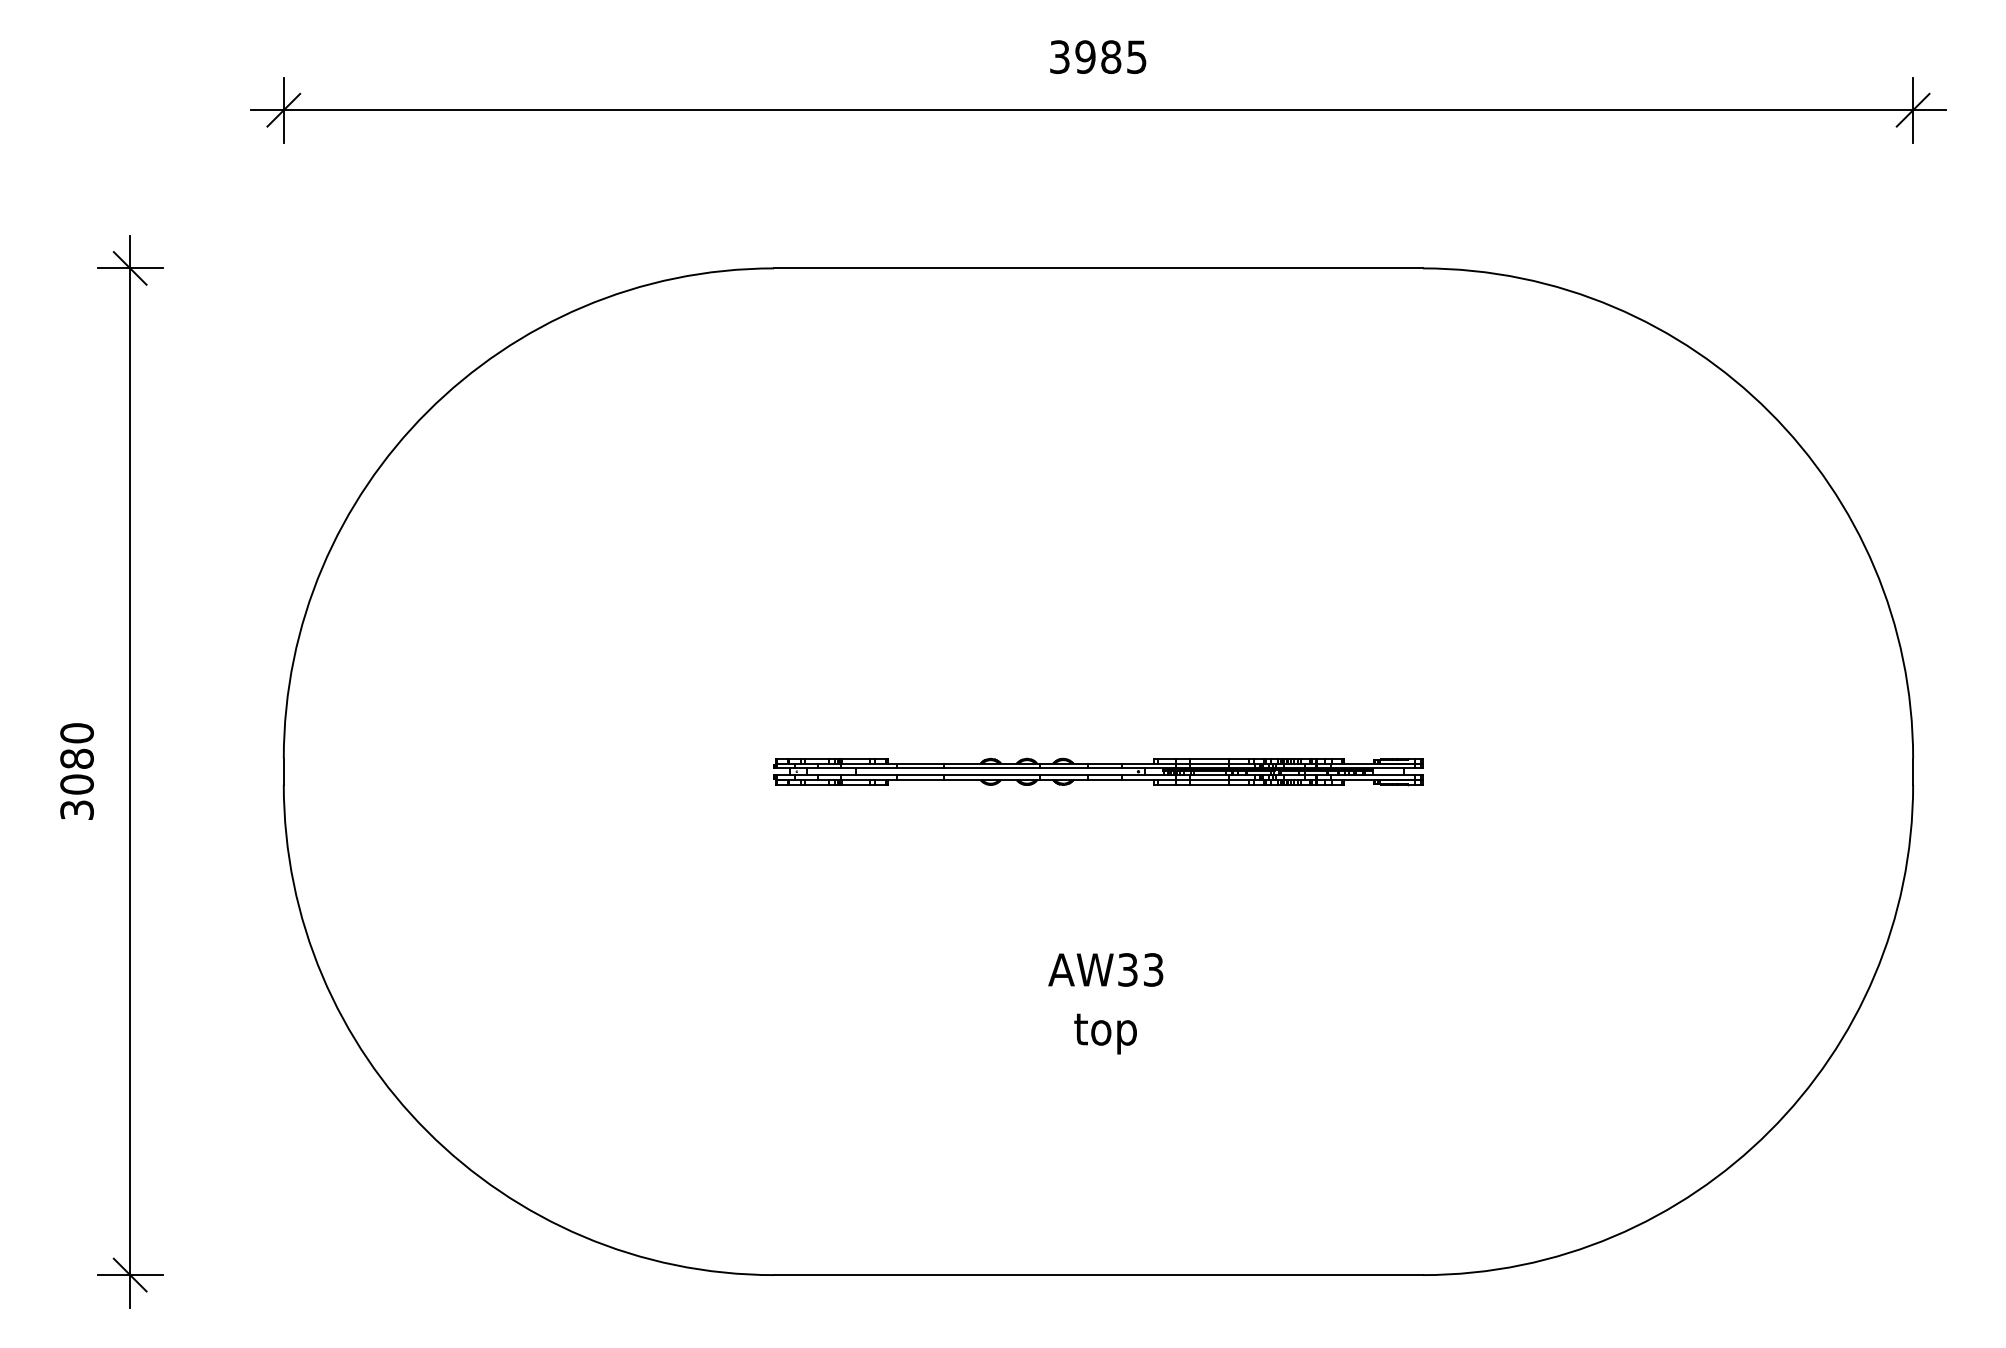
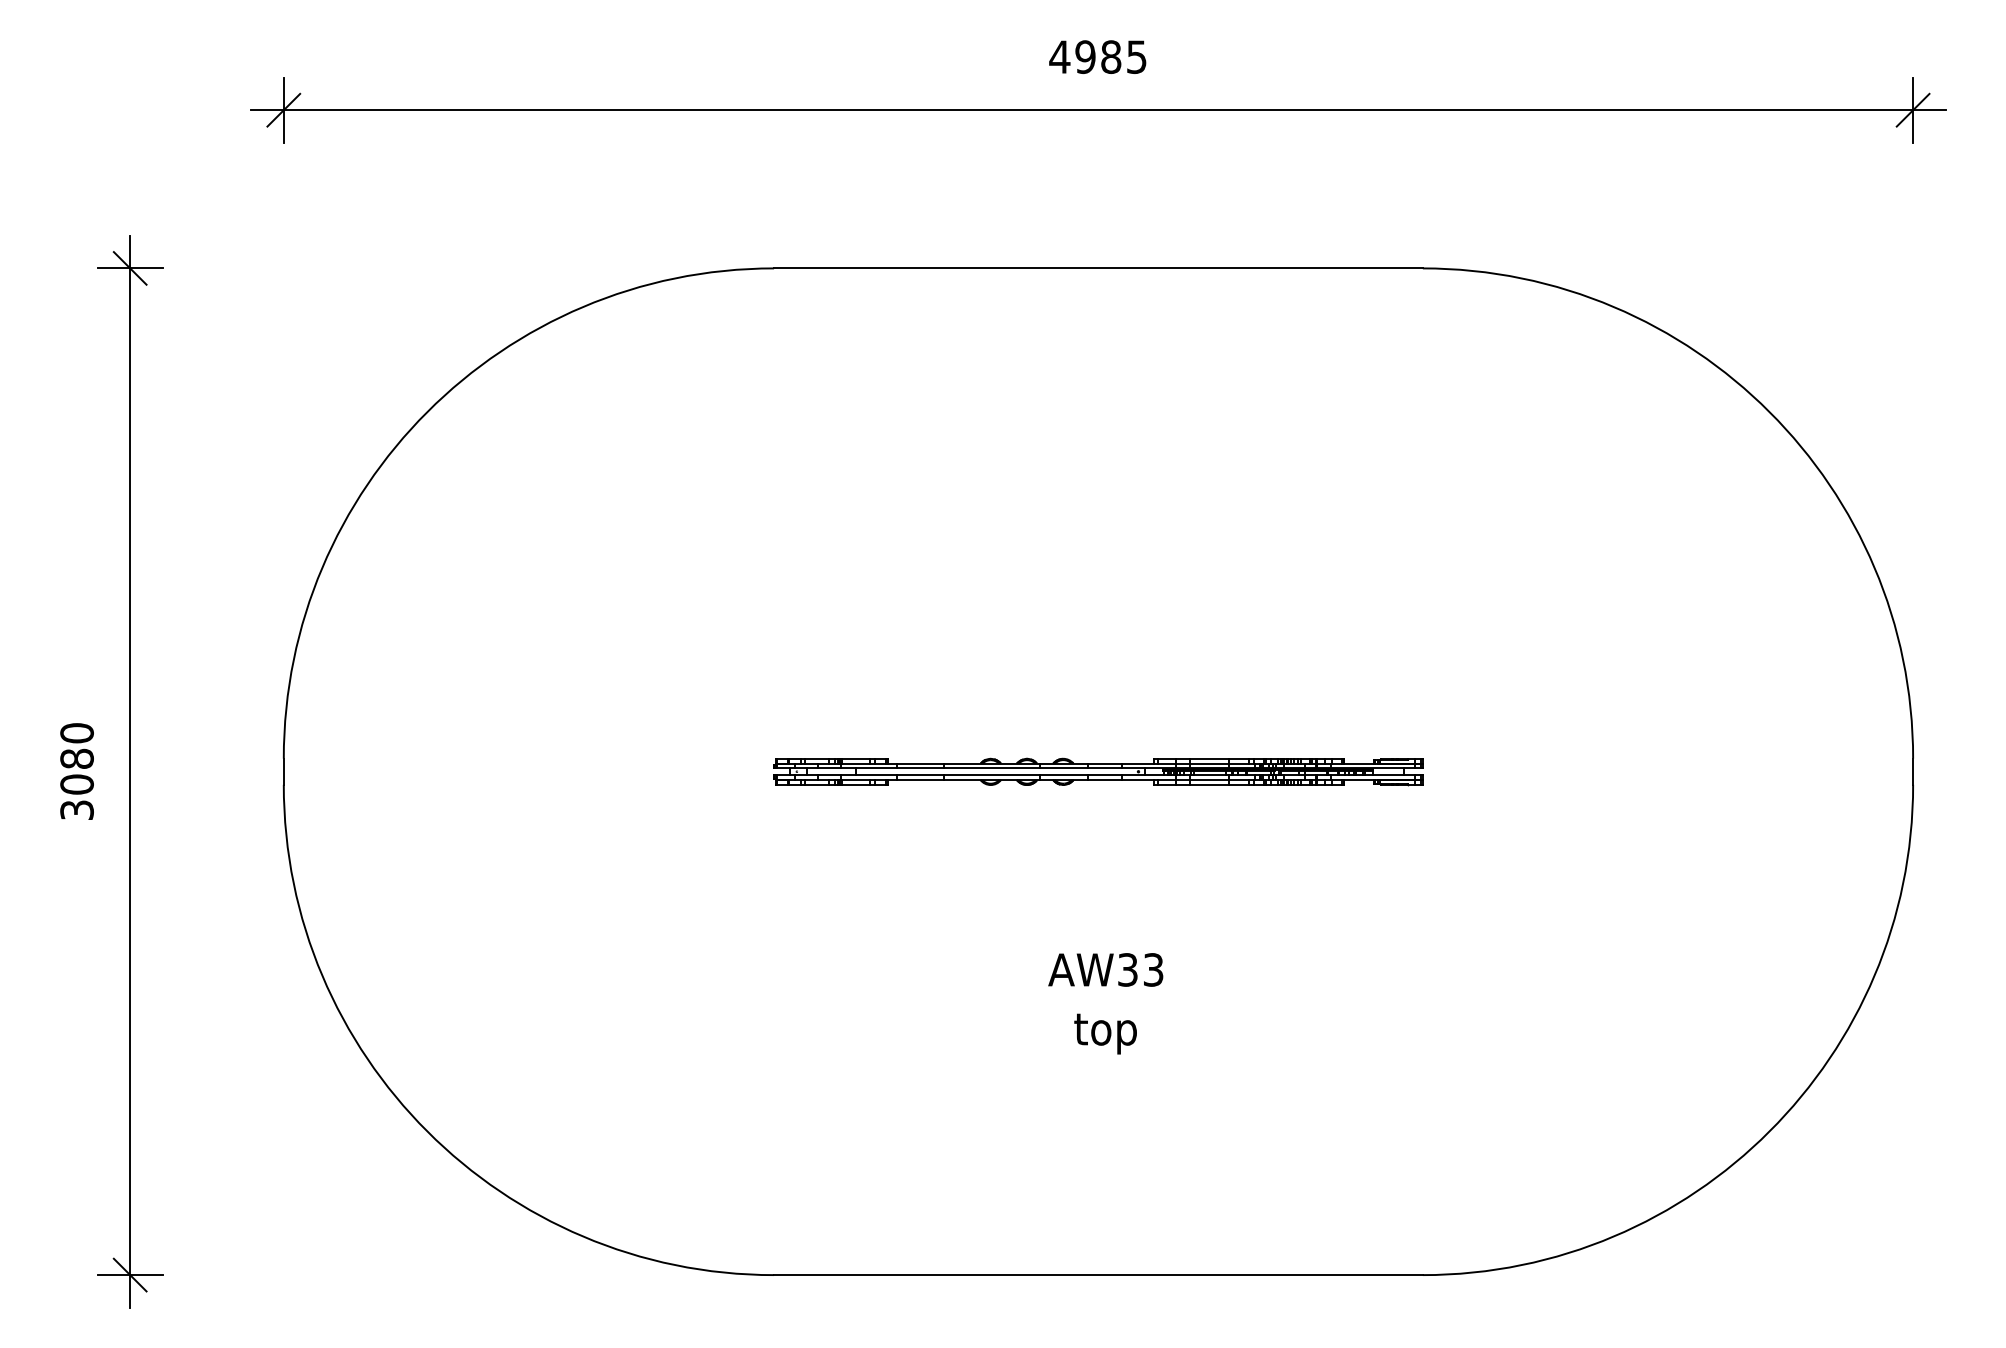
text at (1059, 56): 3985 -> 4985
